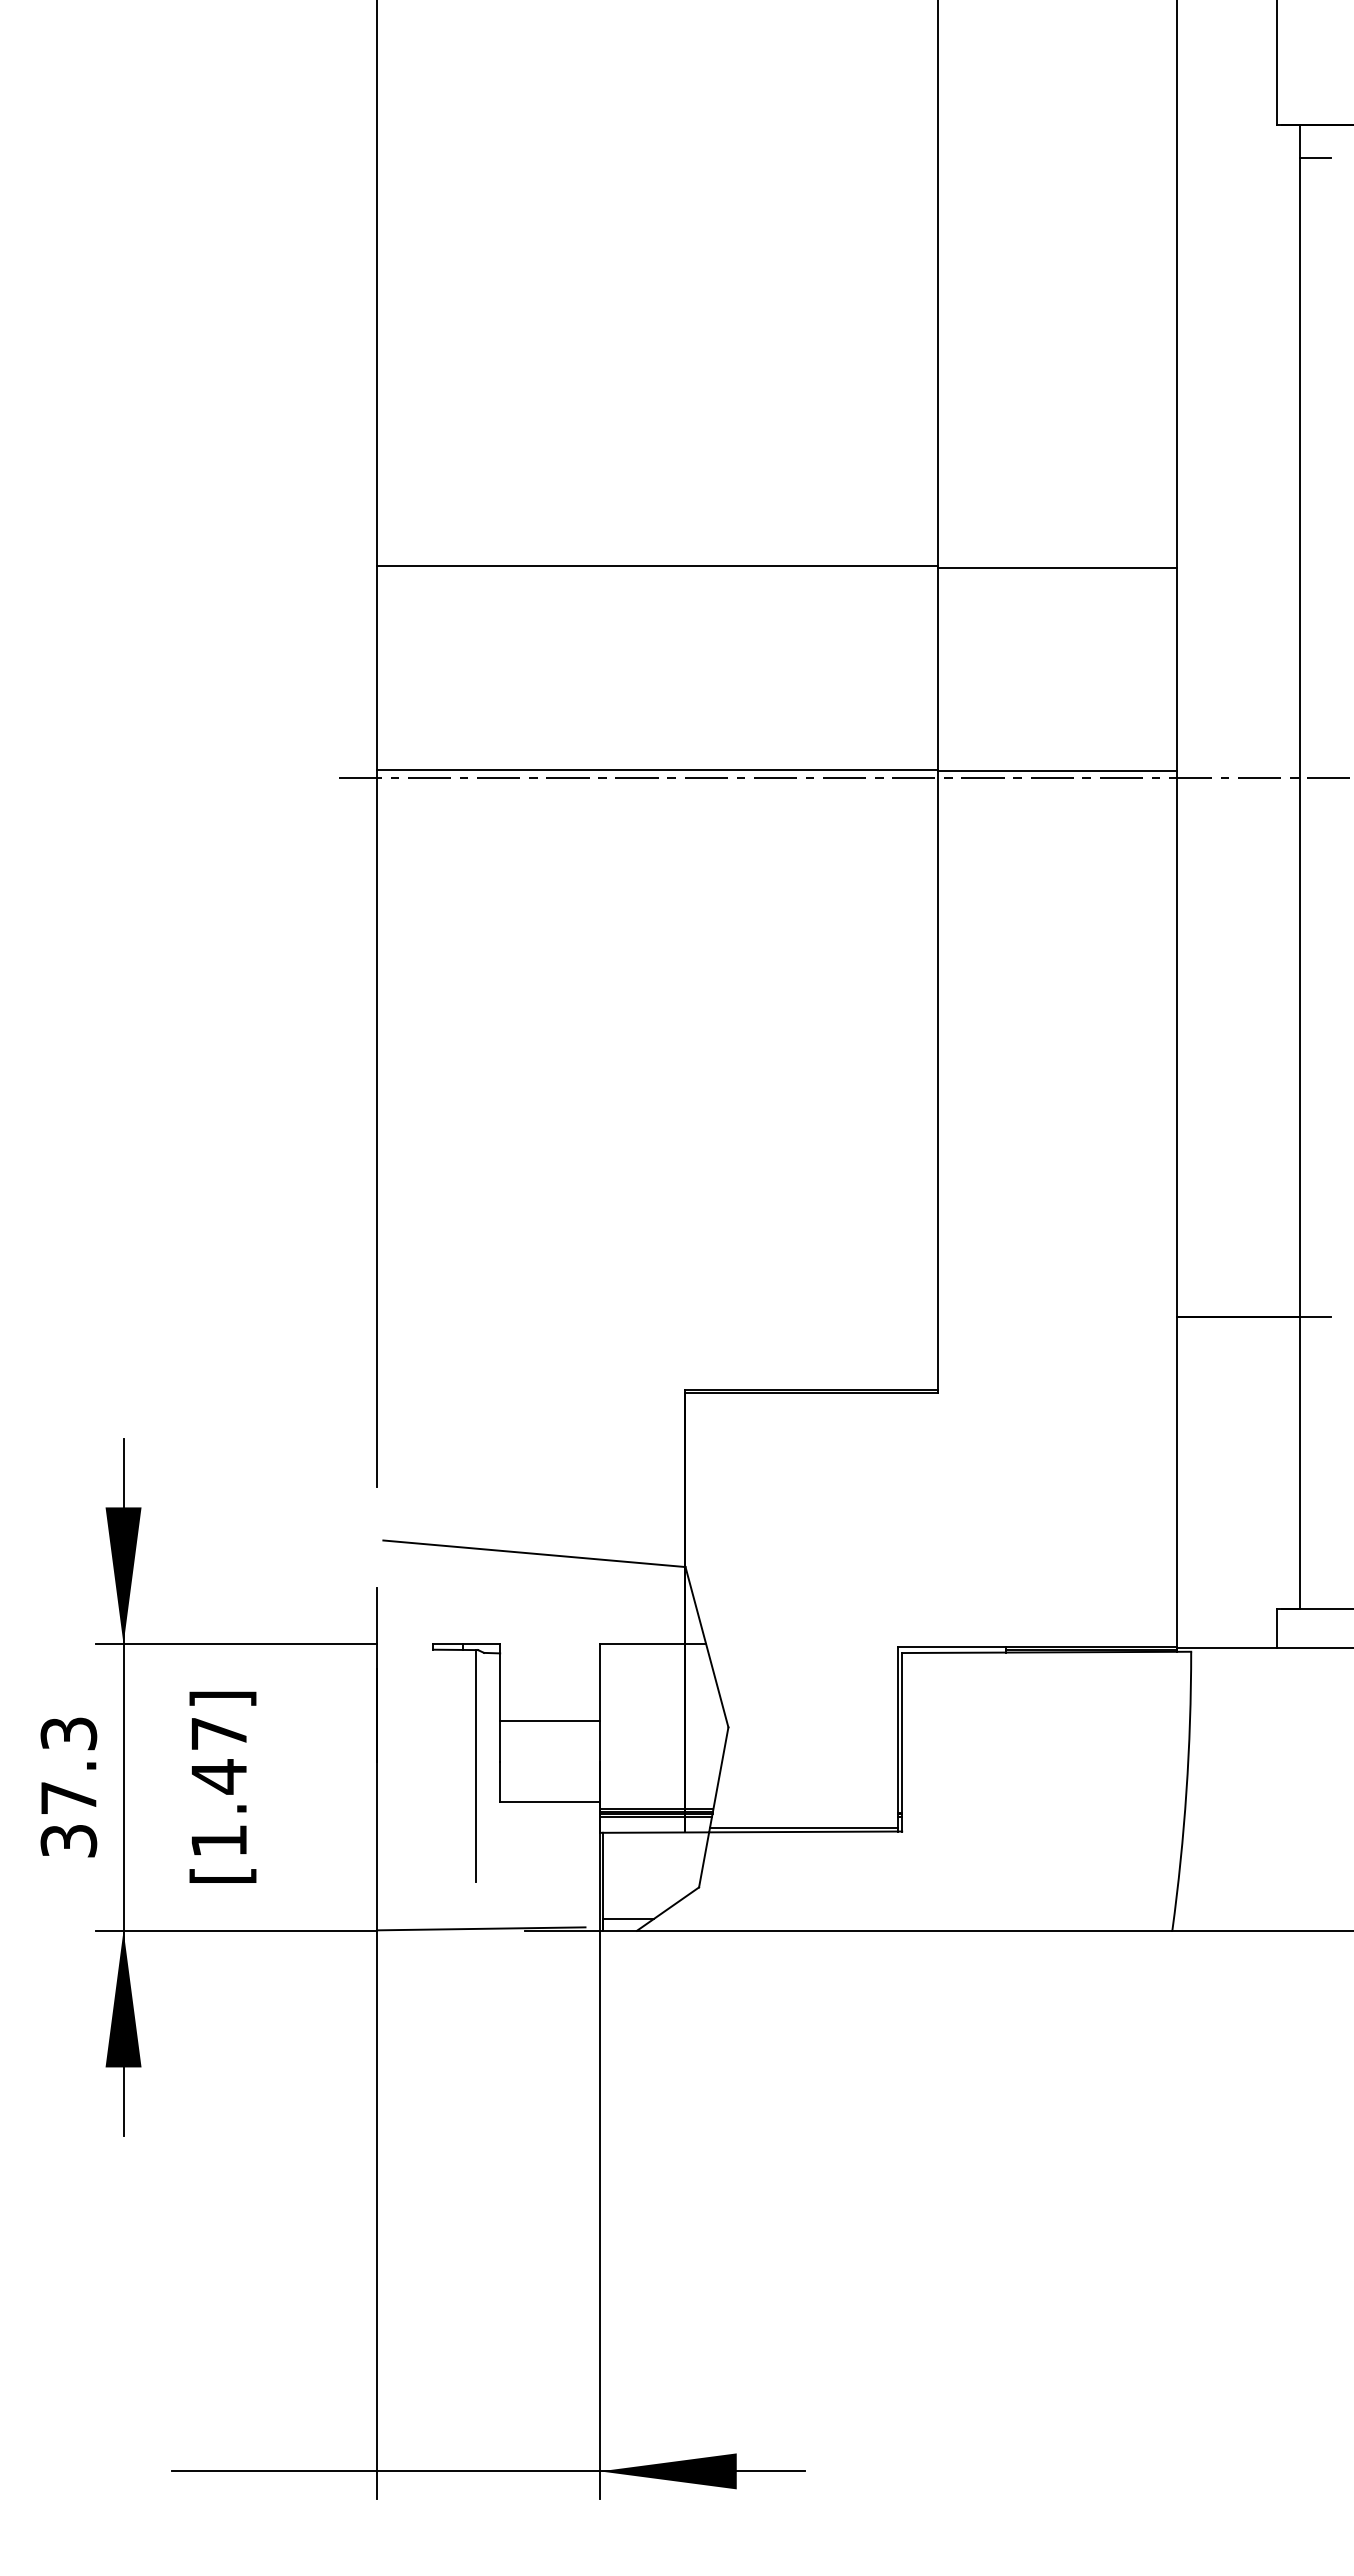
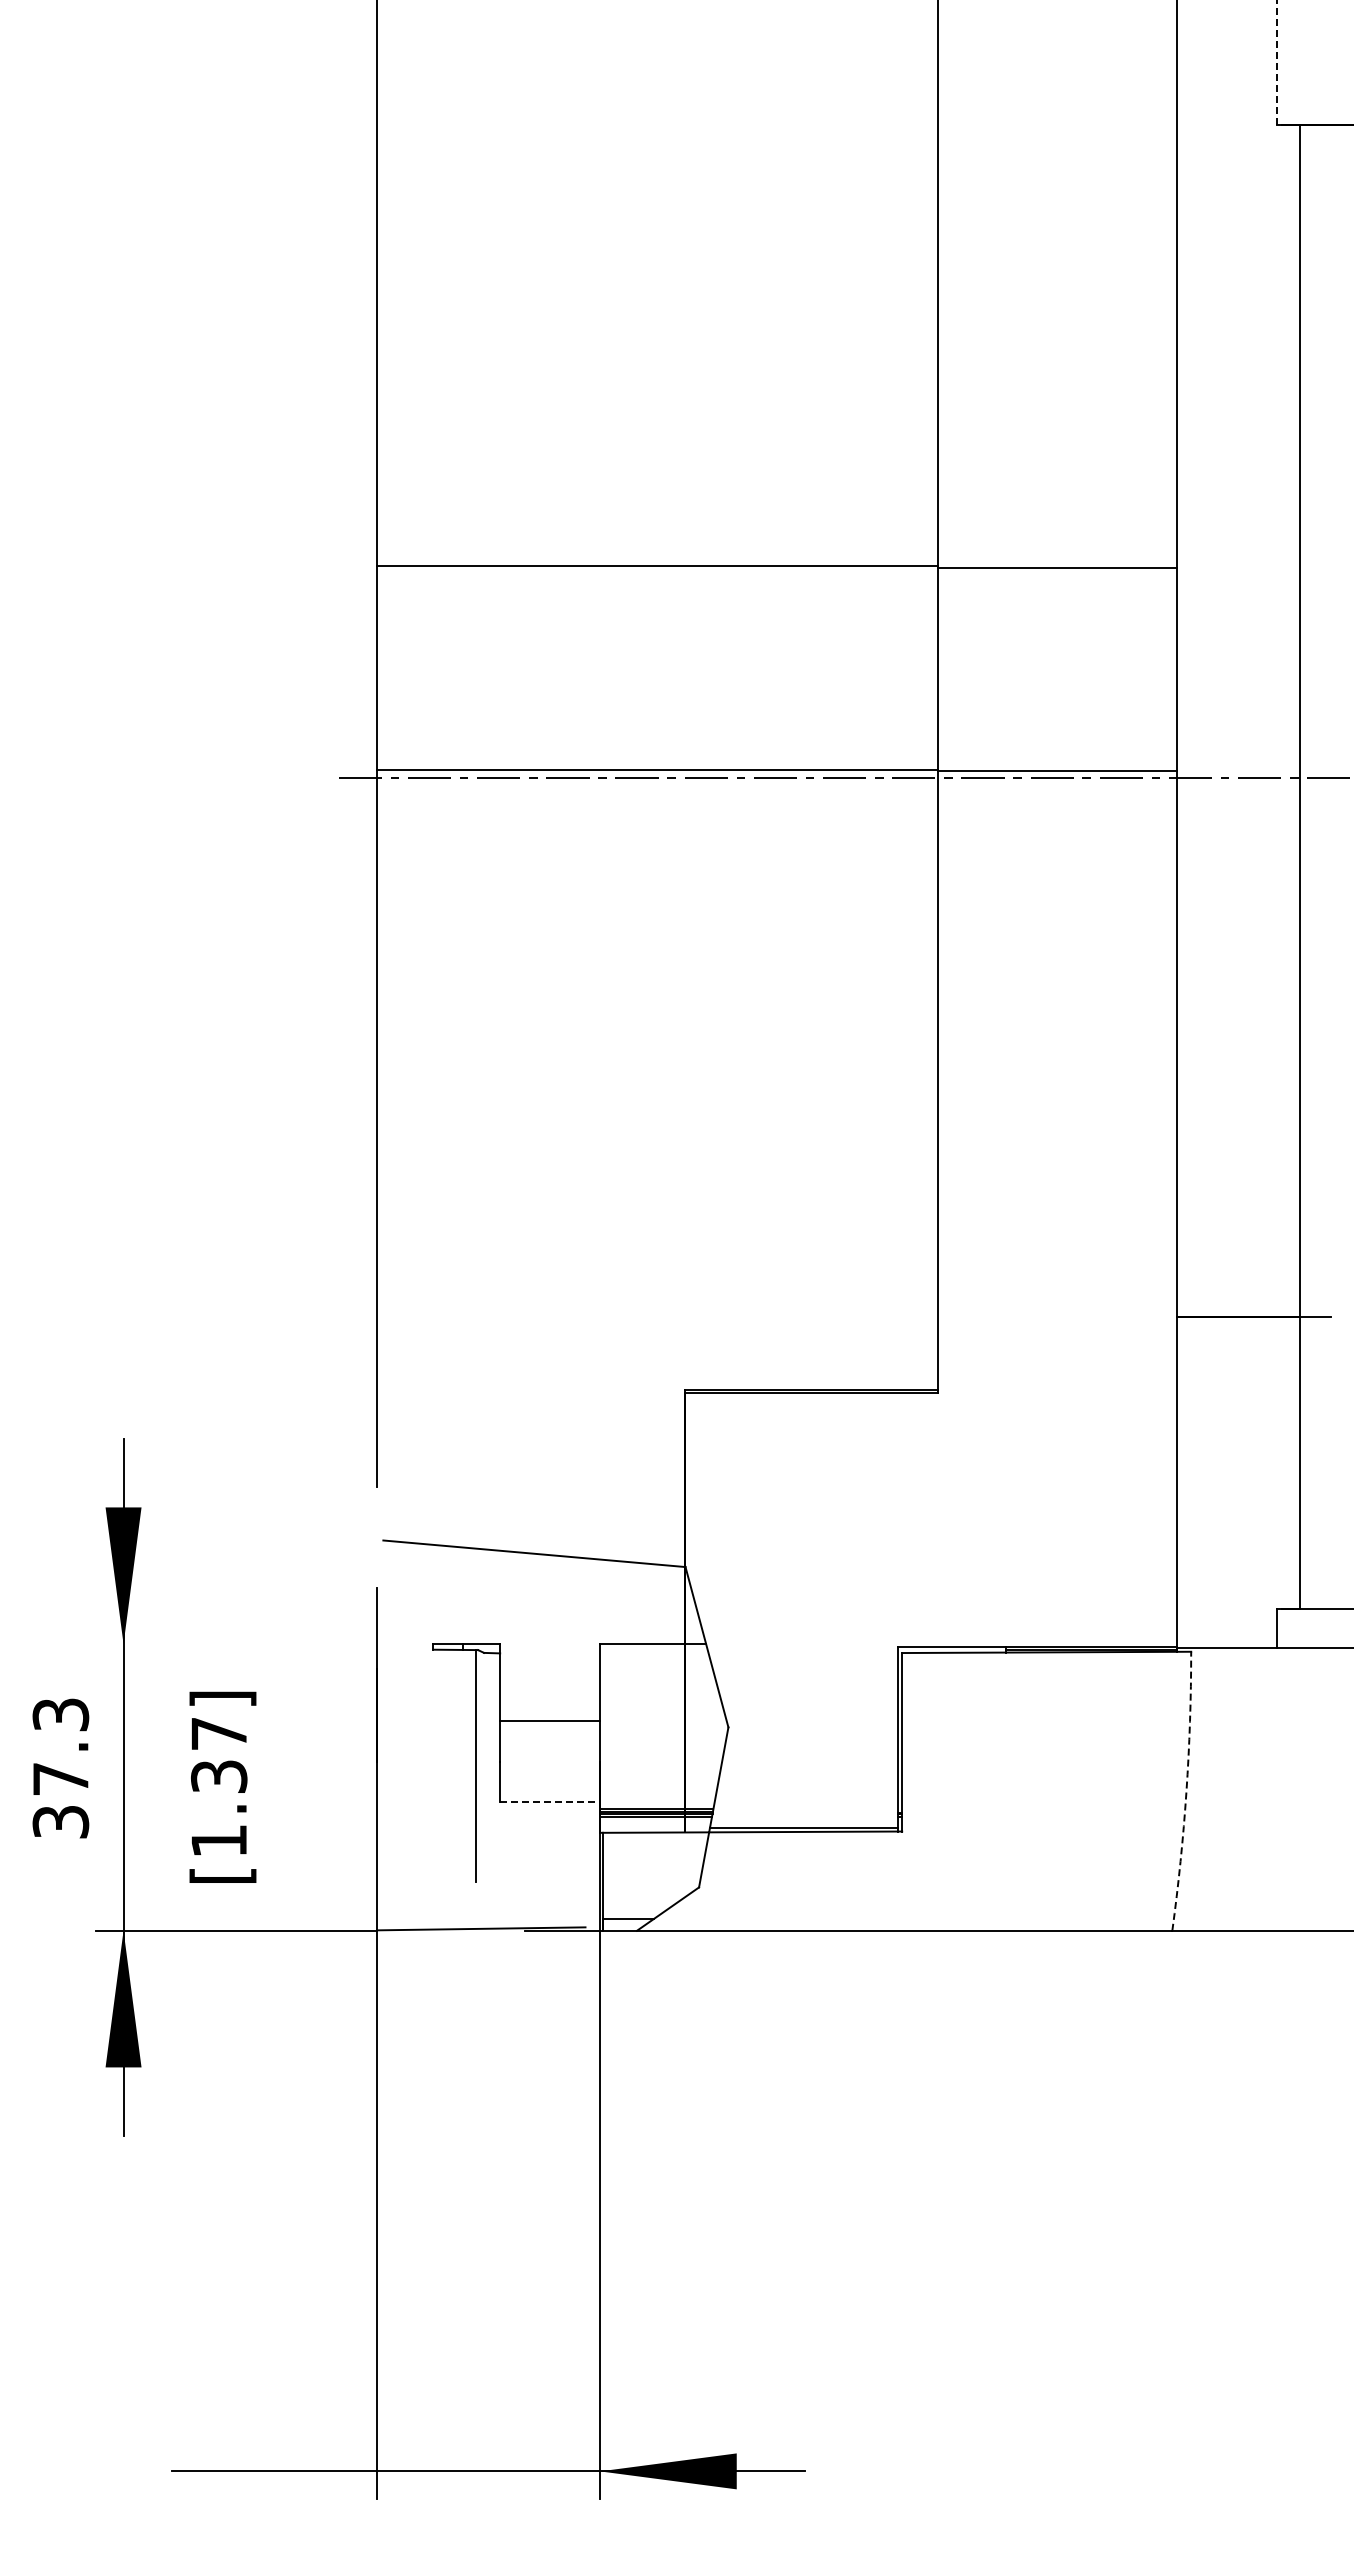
line at (1276, 62): solid -> dashed
line at (1315, 157): present -> none
line at (236, 1644): present -> none
text at (219, 1776): [1.47] -> [1.37]
text at (68, 1787) position: (68, 1787) -> (60, 1768)
arc at (1186, 1791): solid -> dashed
line at (550, 1802): solid -> dashed
